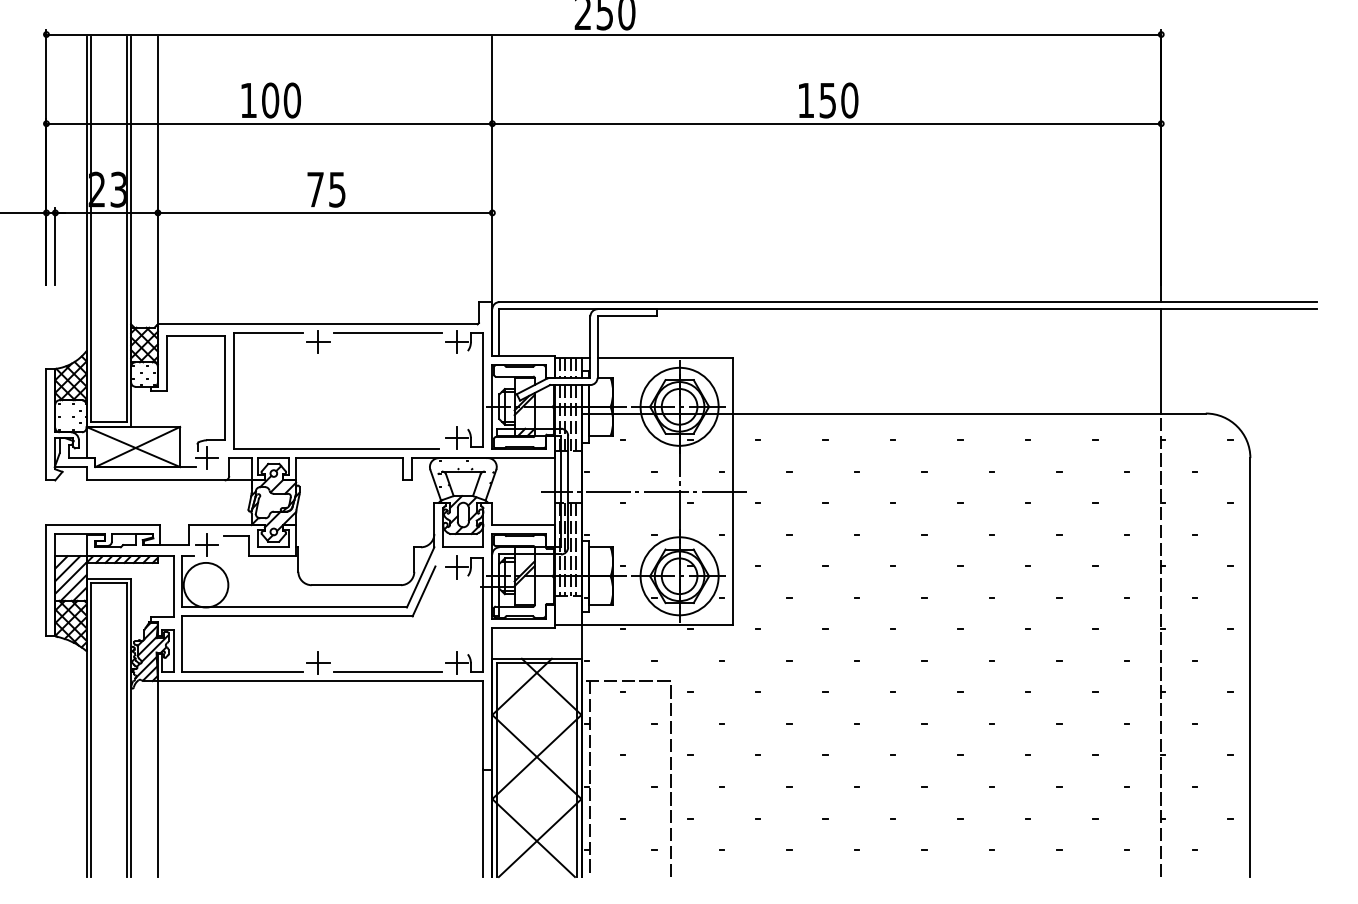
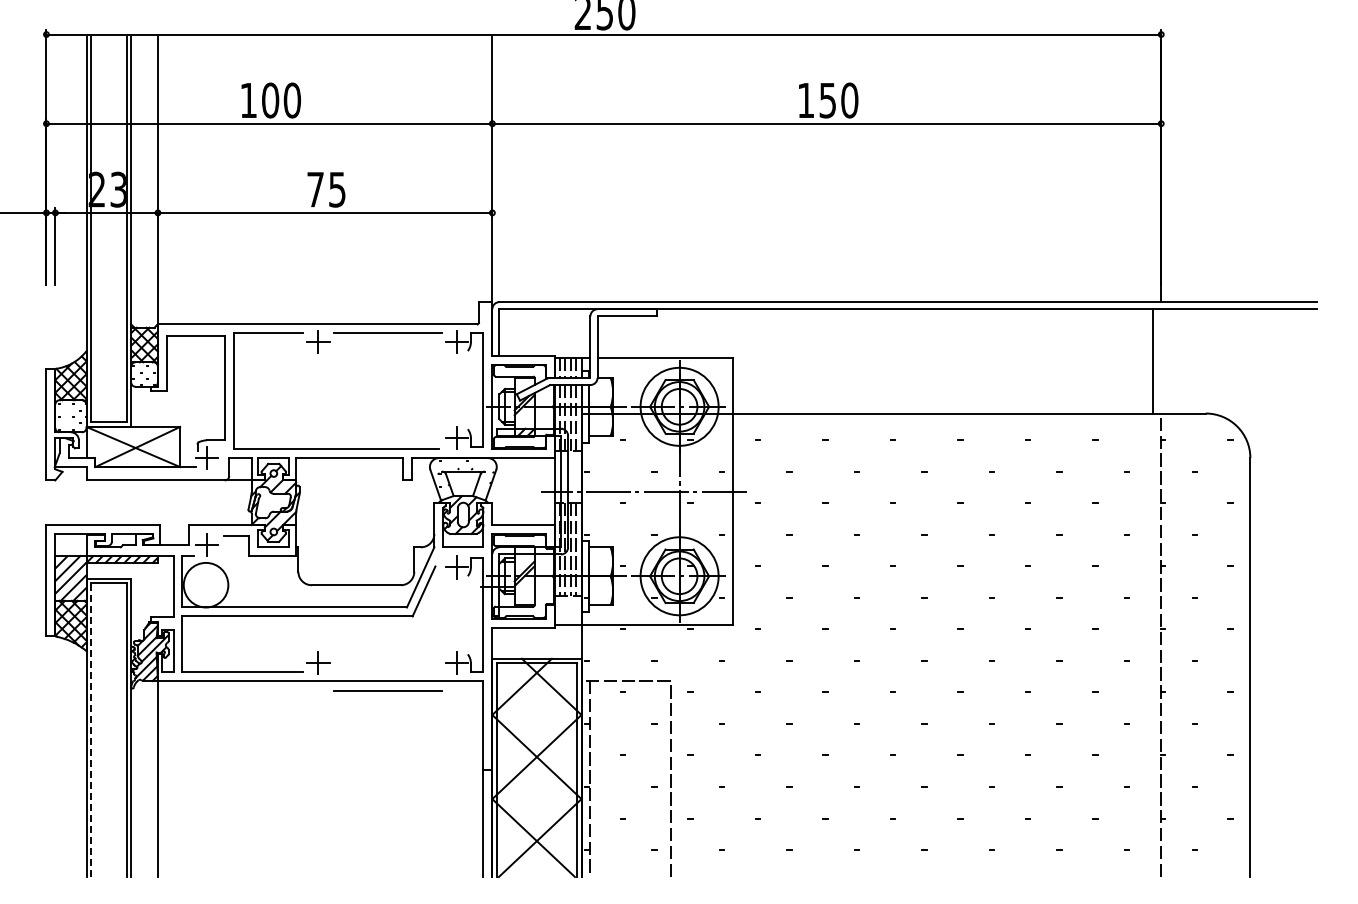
line at (1161, 361) position: (1161, 361) -> (1153, 361)
line at (387, 671) position: (387, 671) -> (387, 690)
line at (91, 729): solid -> dashed
